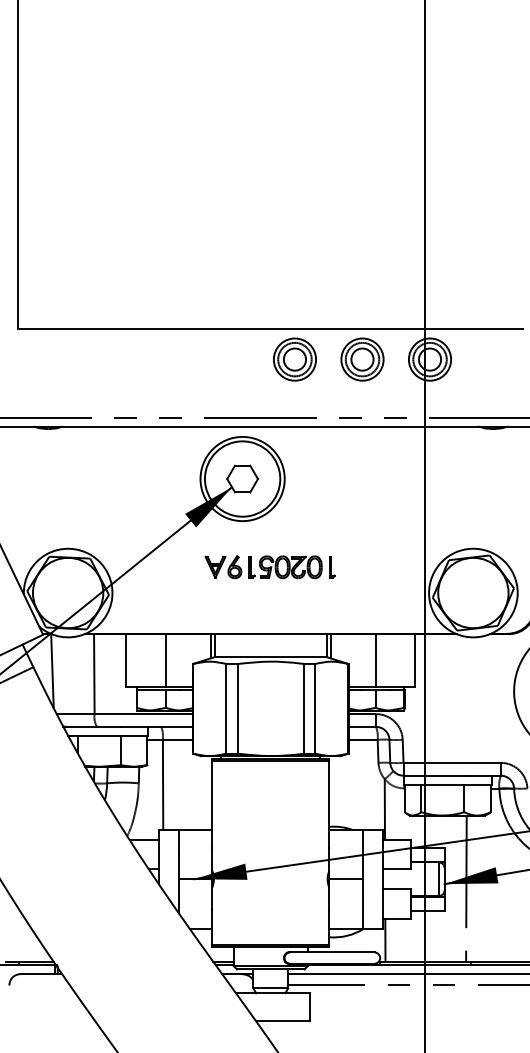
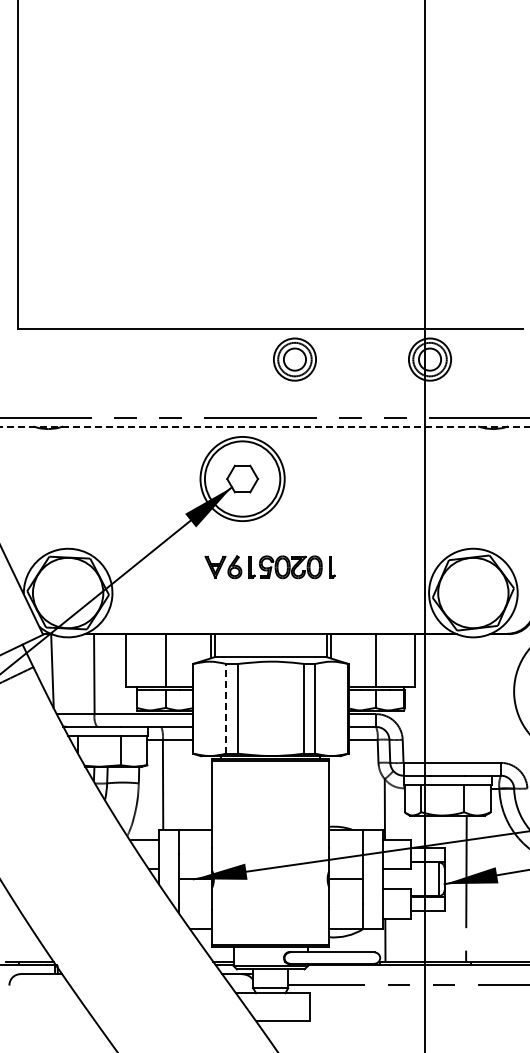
part at (362, 359): present -> none
line at (264, 426): solid -> dashed
line at (226, 708): solid -> dashed
line at (407, 974): present -> none
